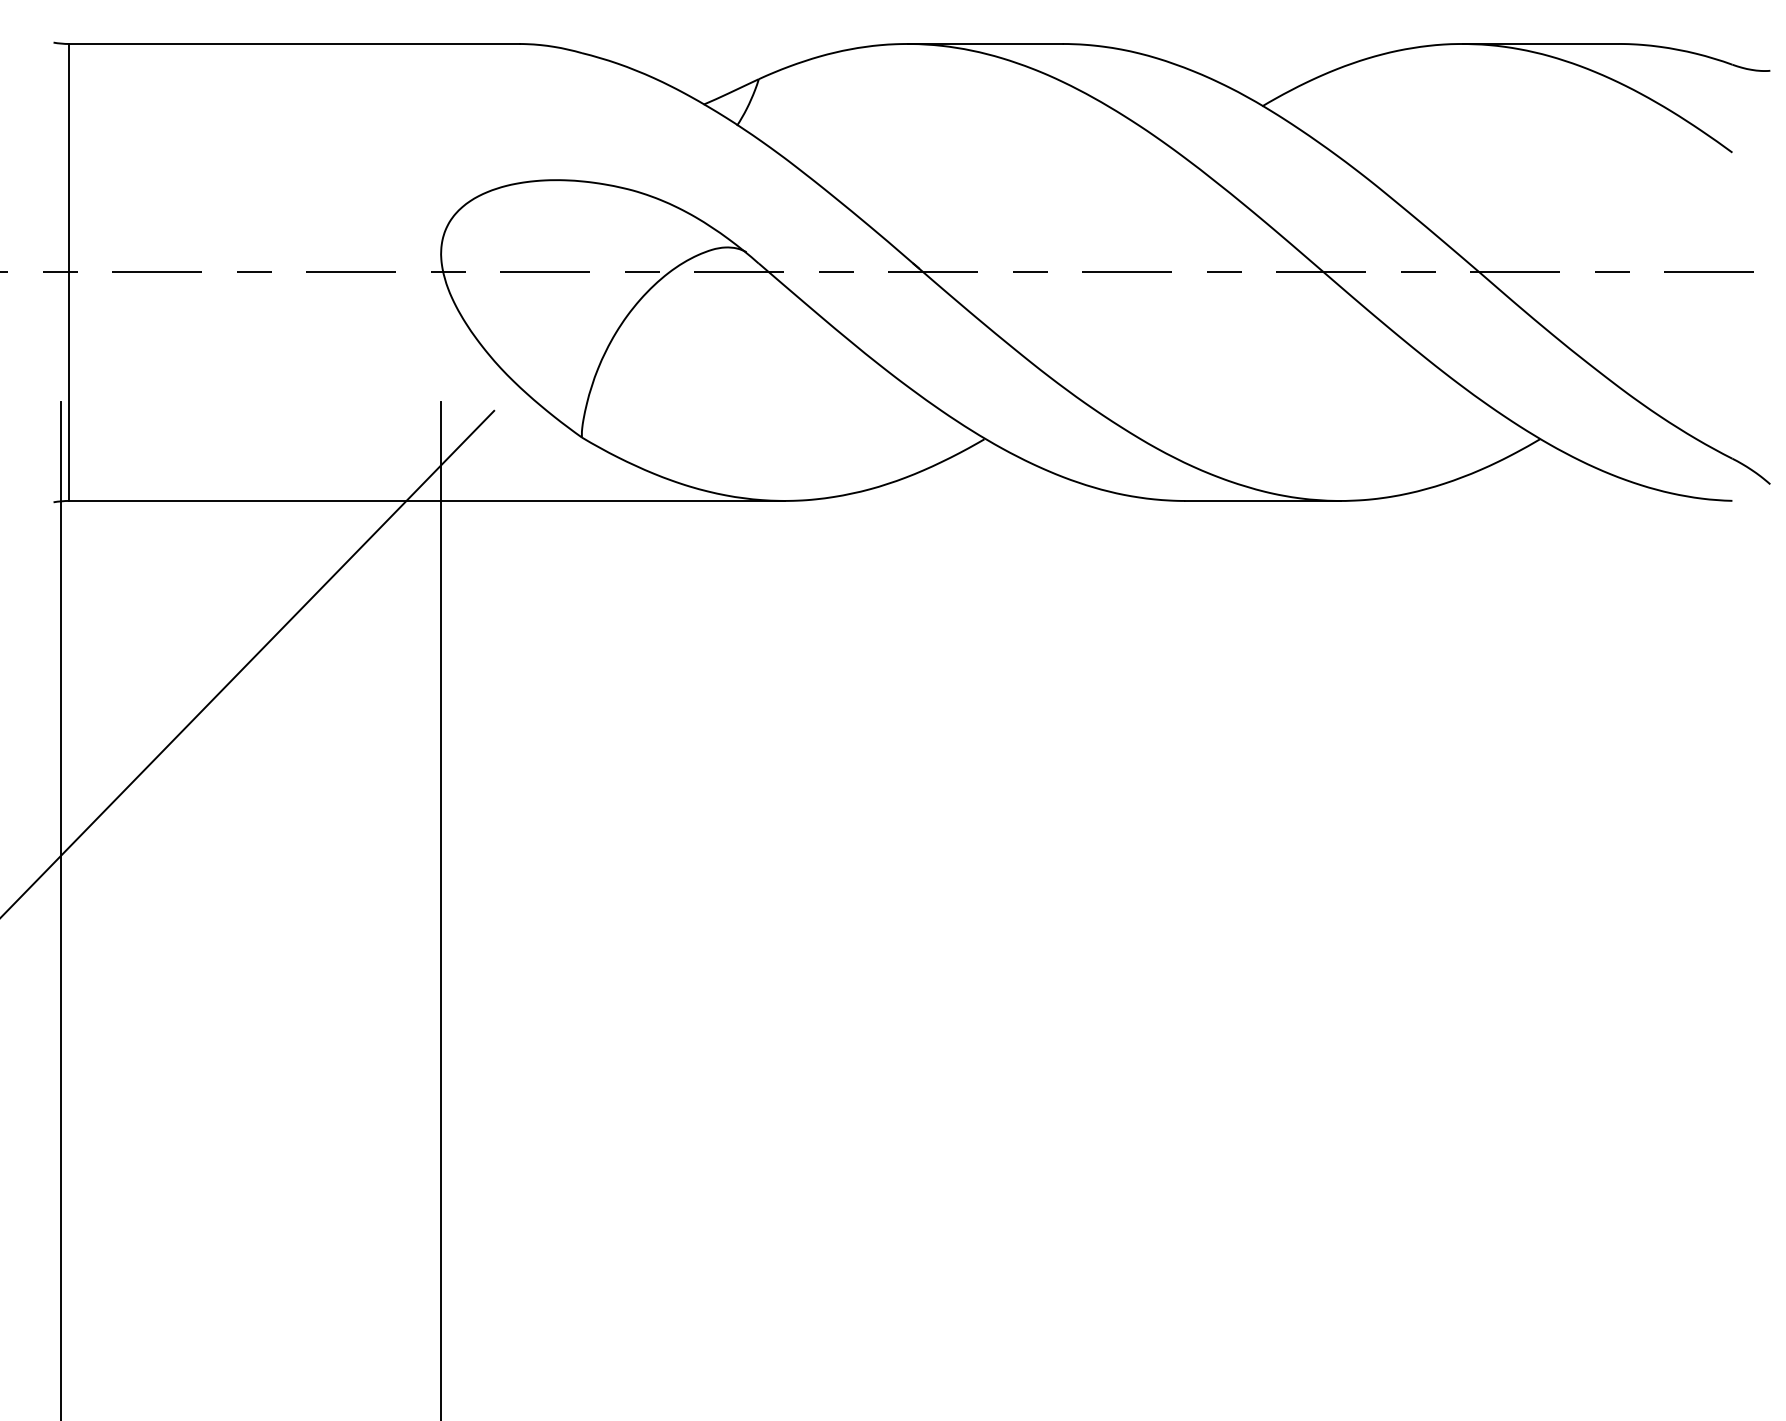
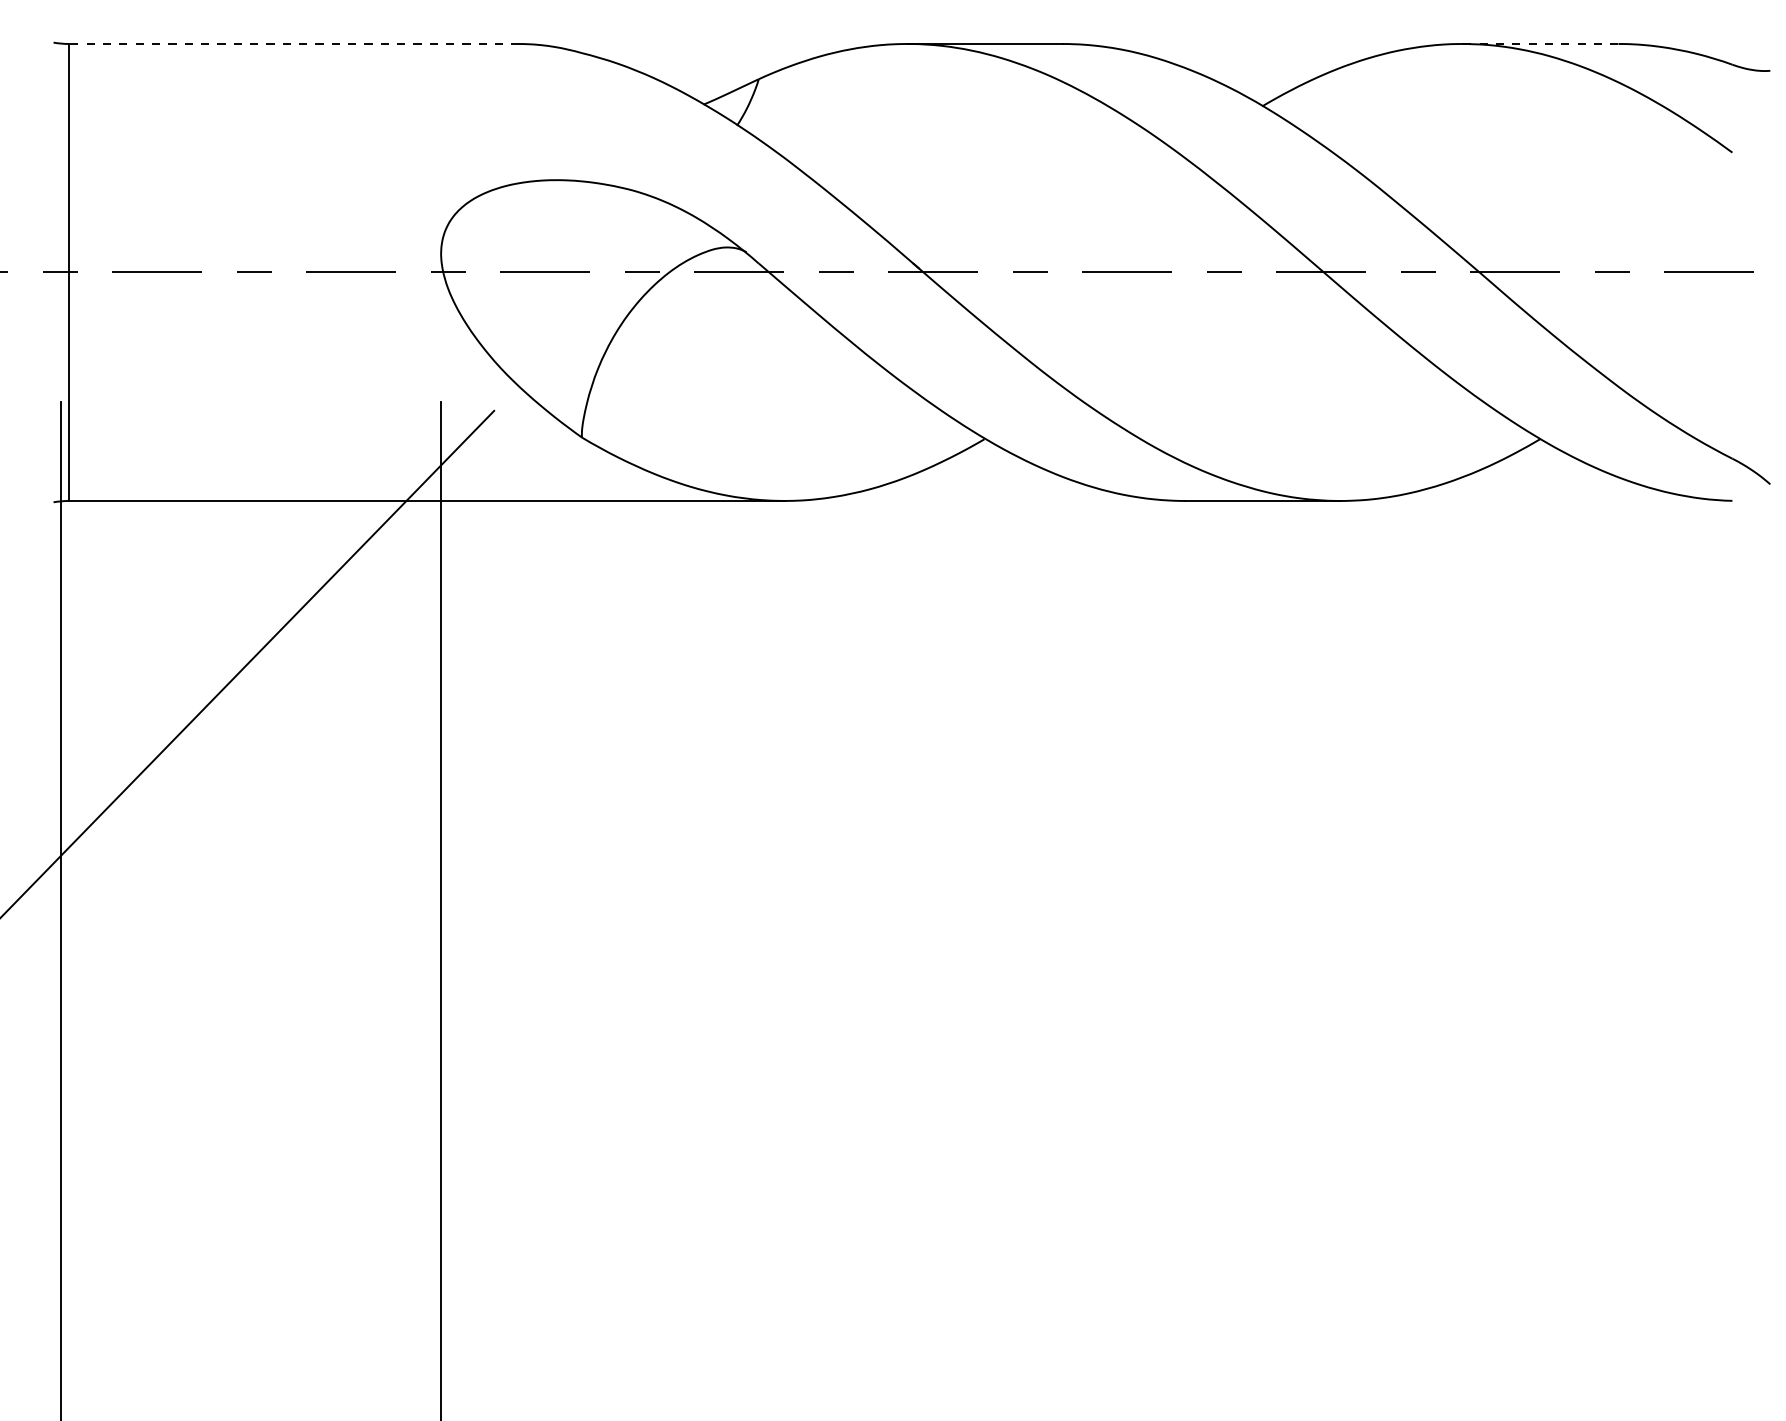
line at (293, 43): solid -> dashed
line at (1540, 43): solid -> dashed
